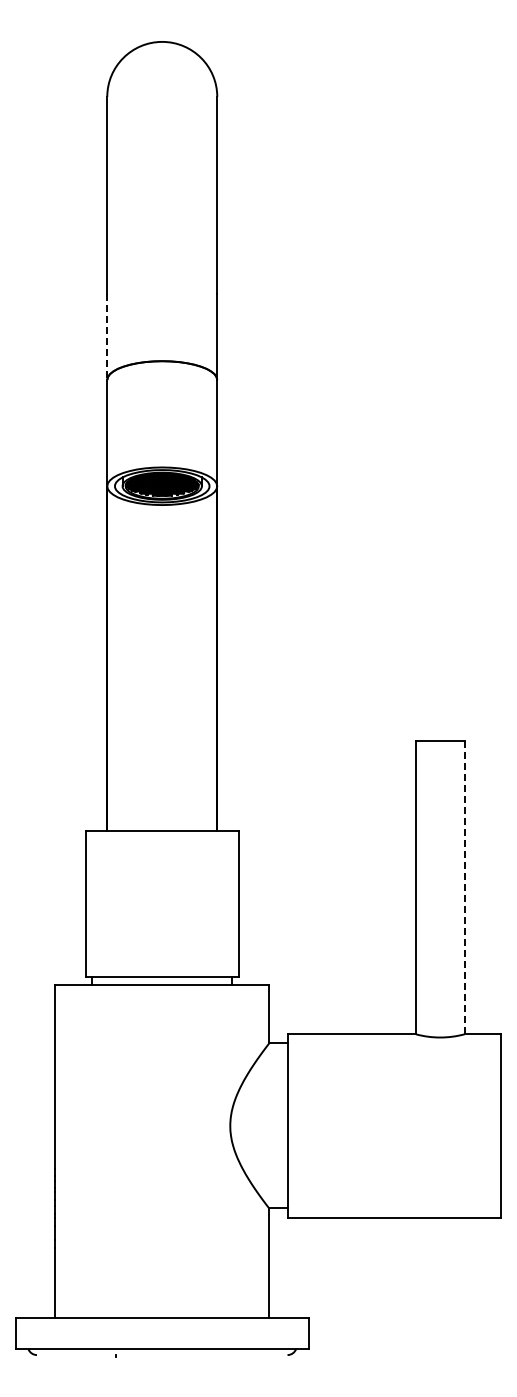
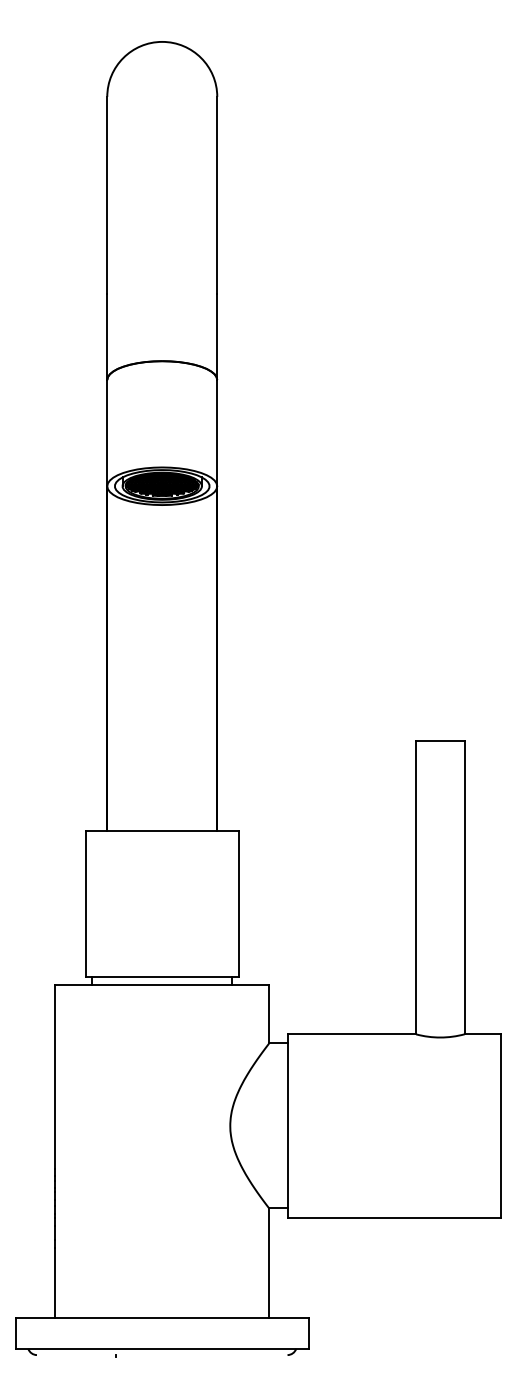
line at (107, 337): dashed -> solid
line at (464, 887): dashed -> solid
